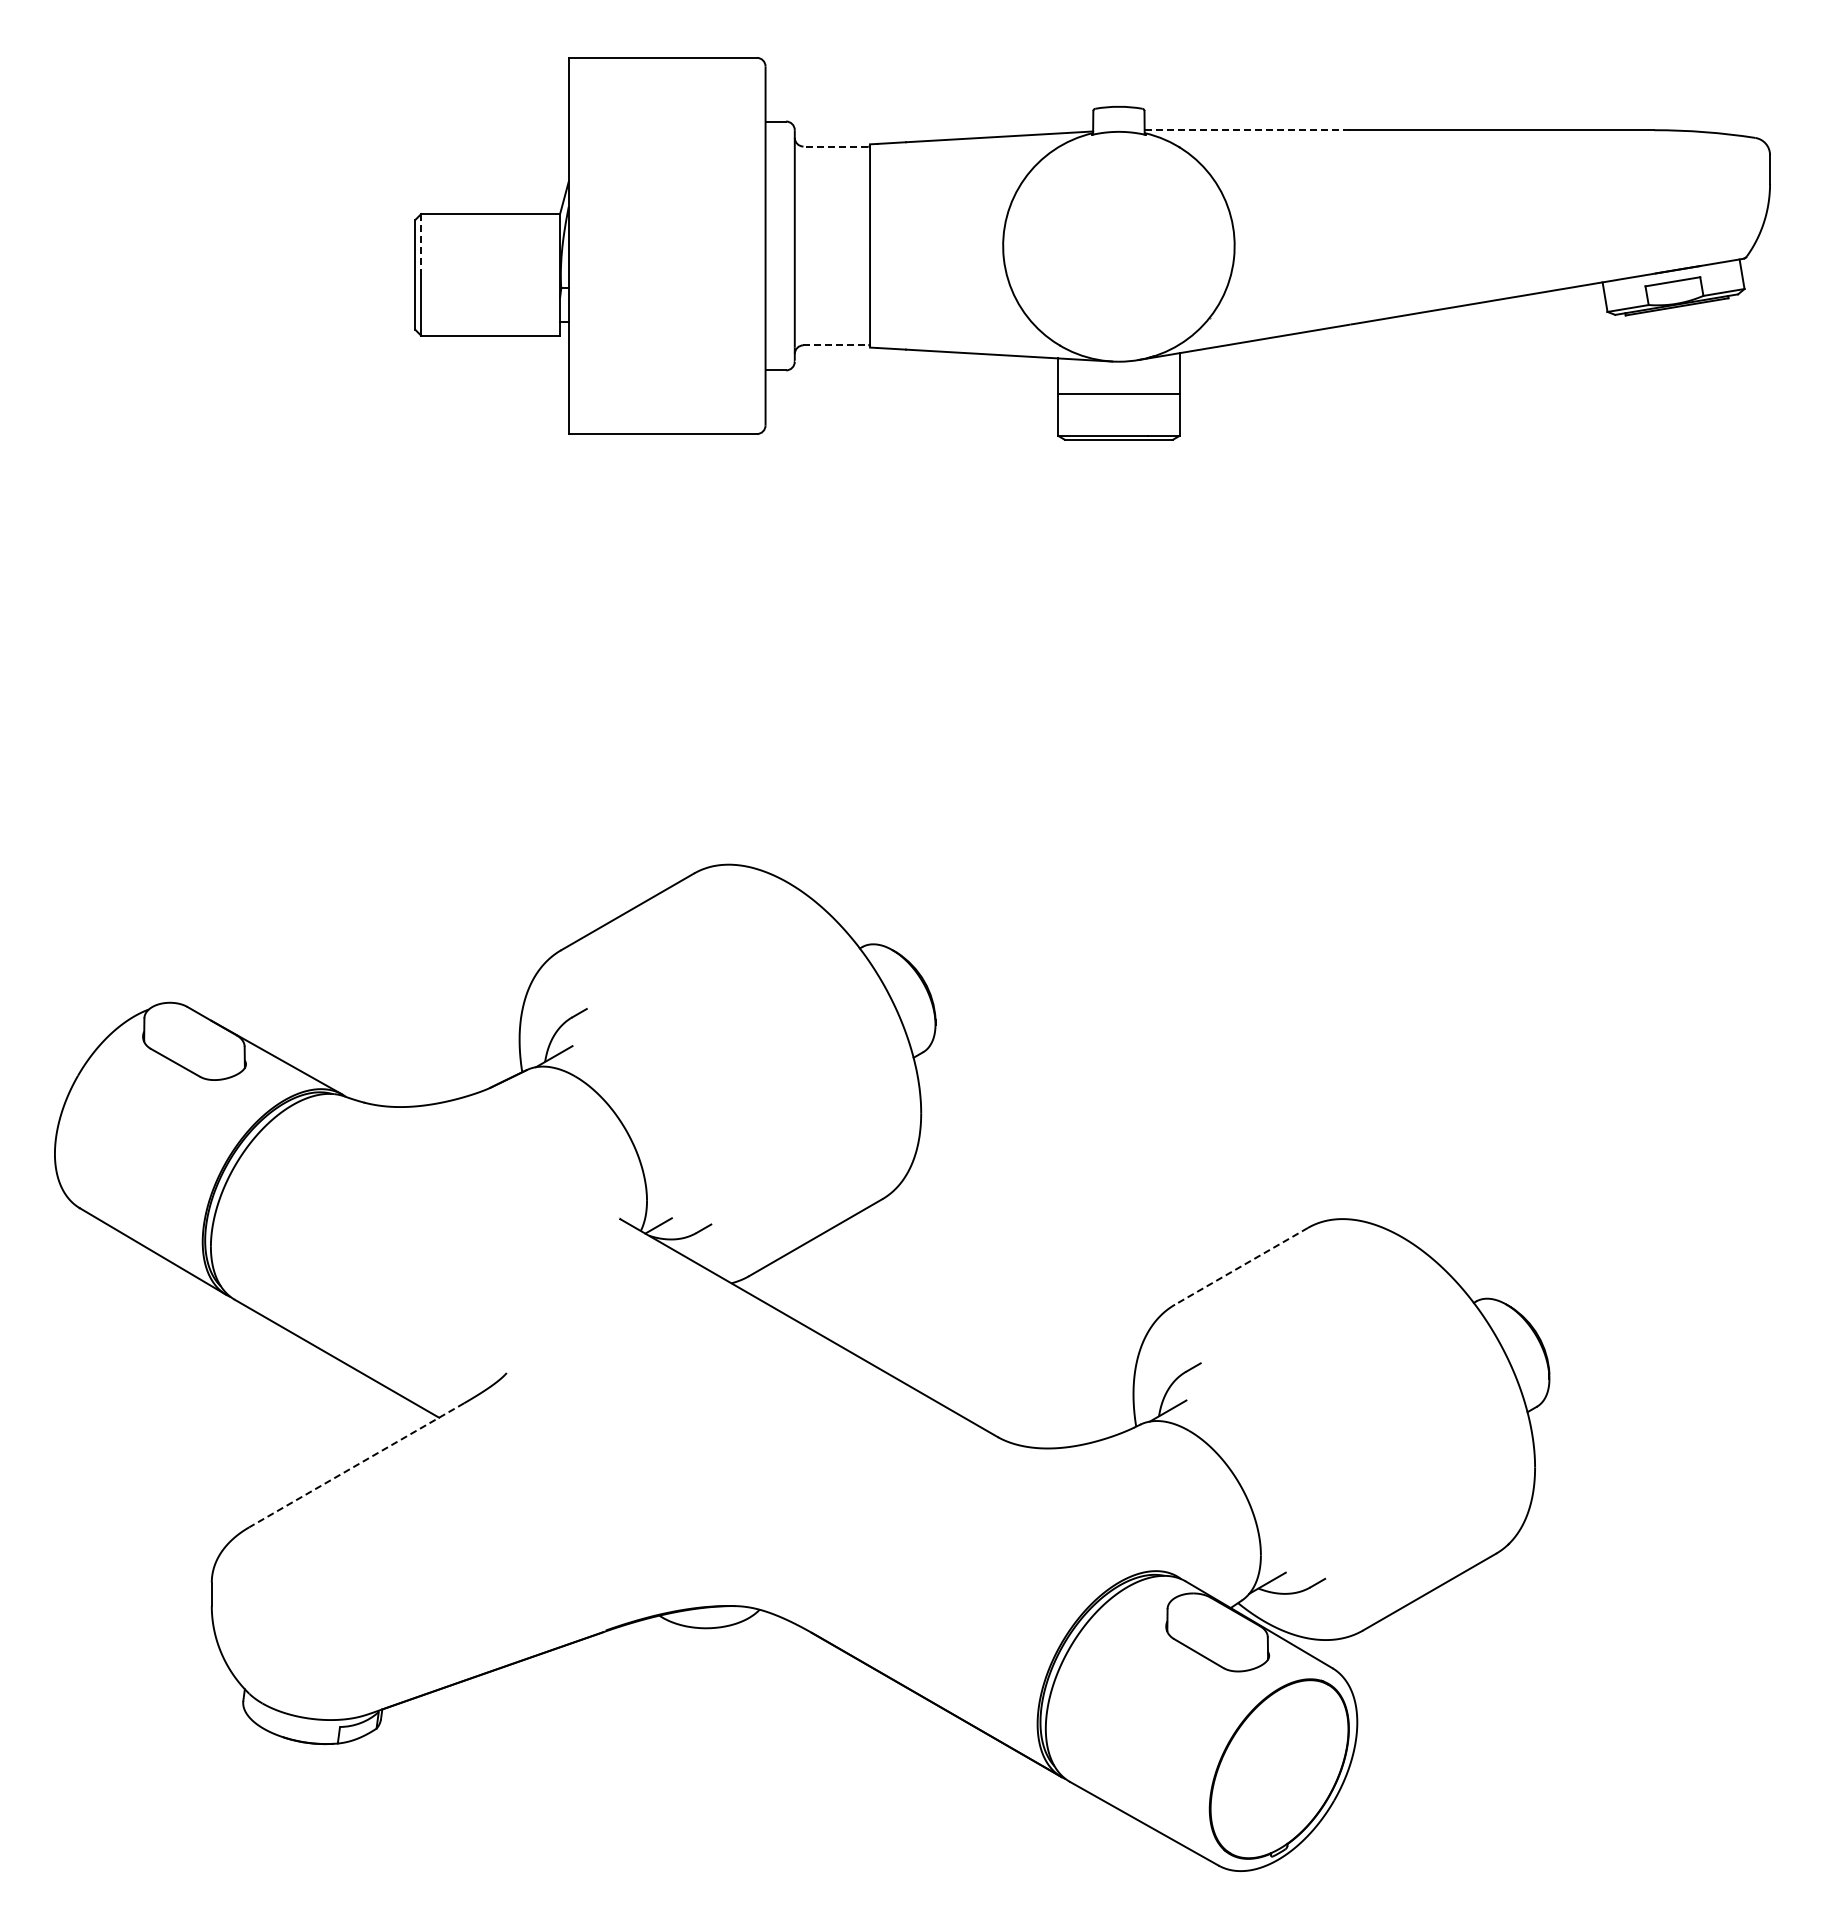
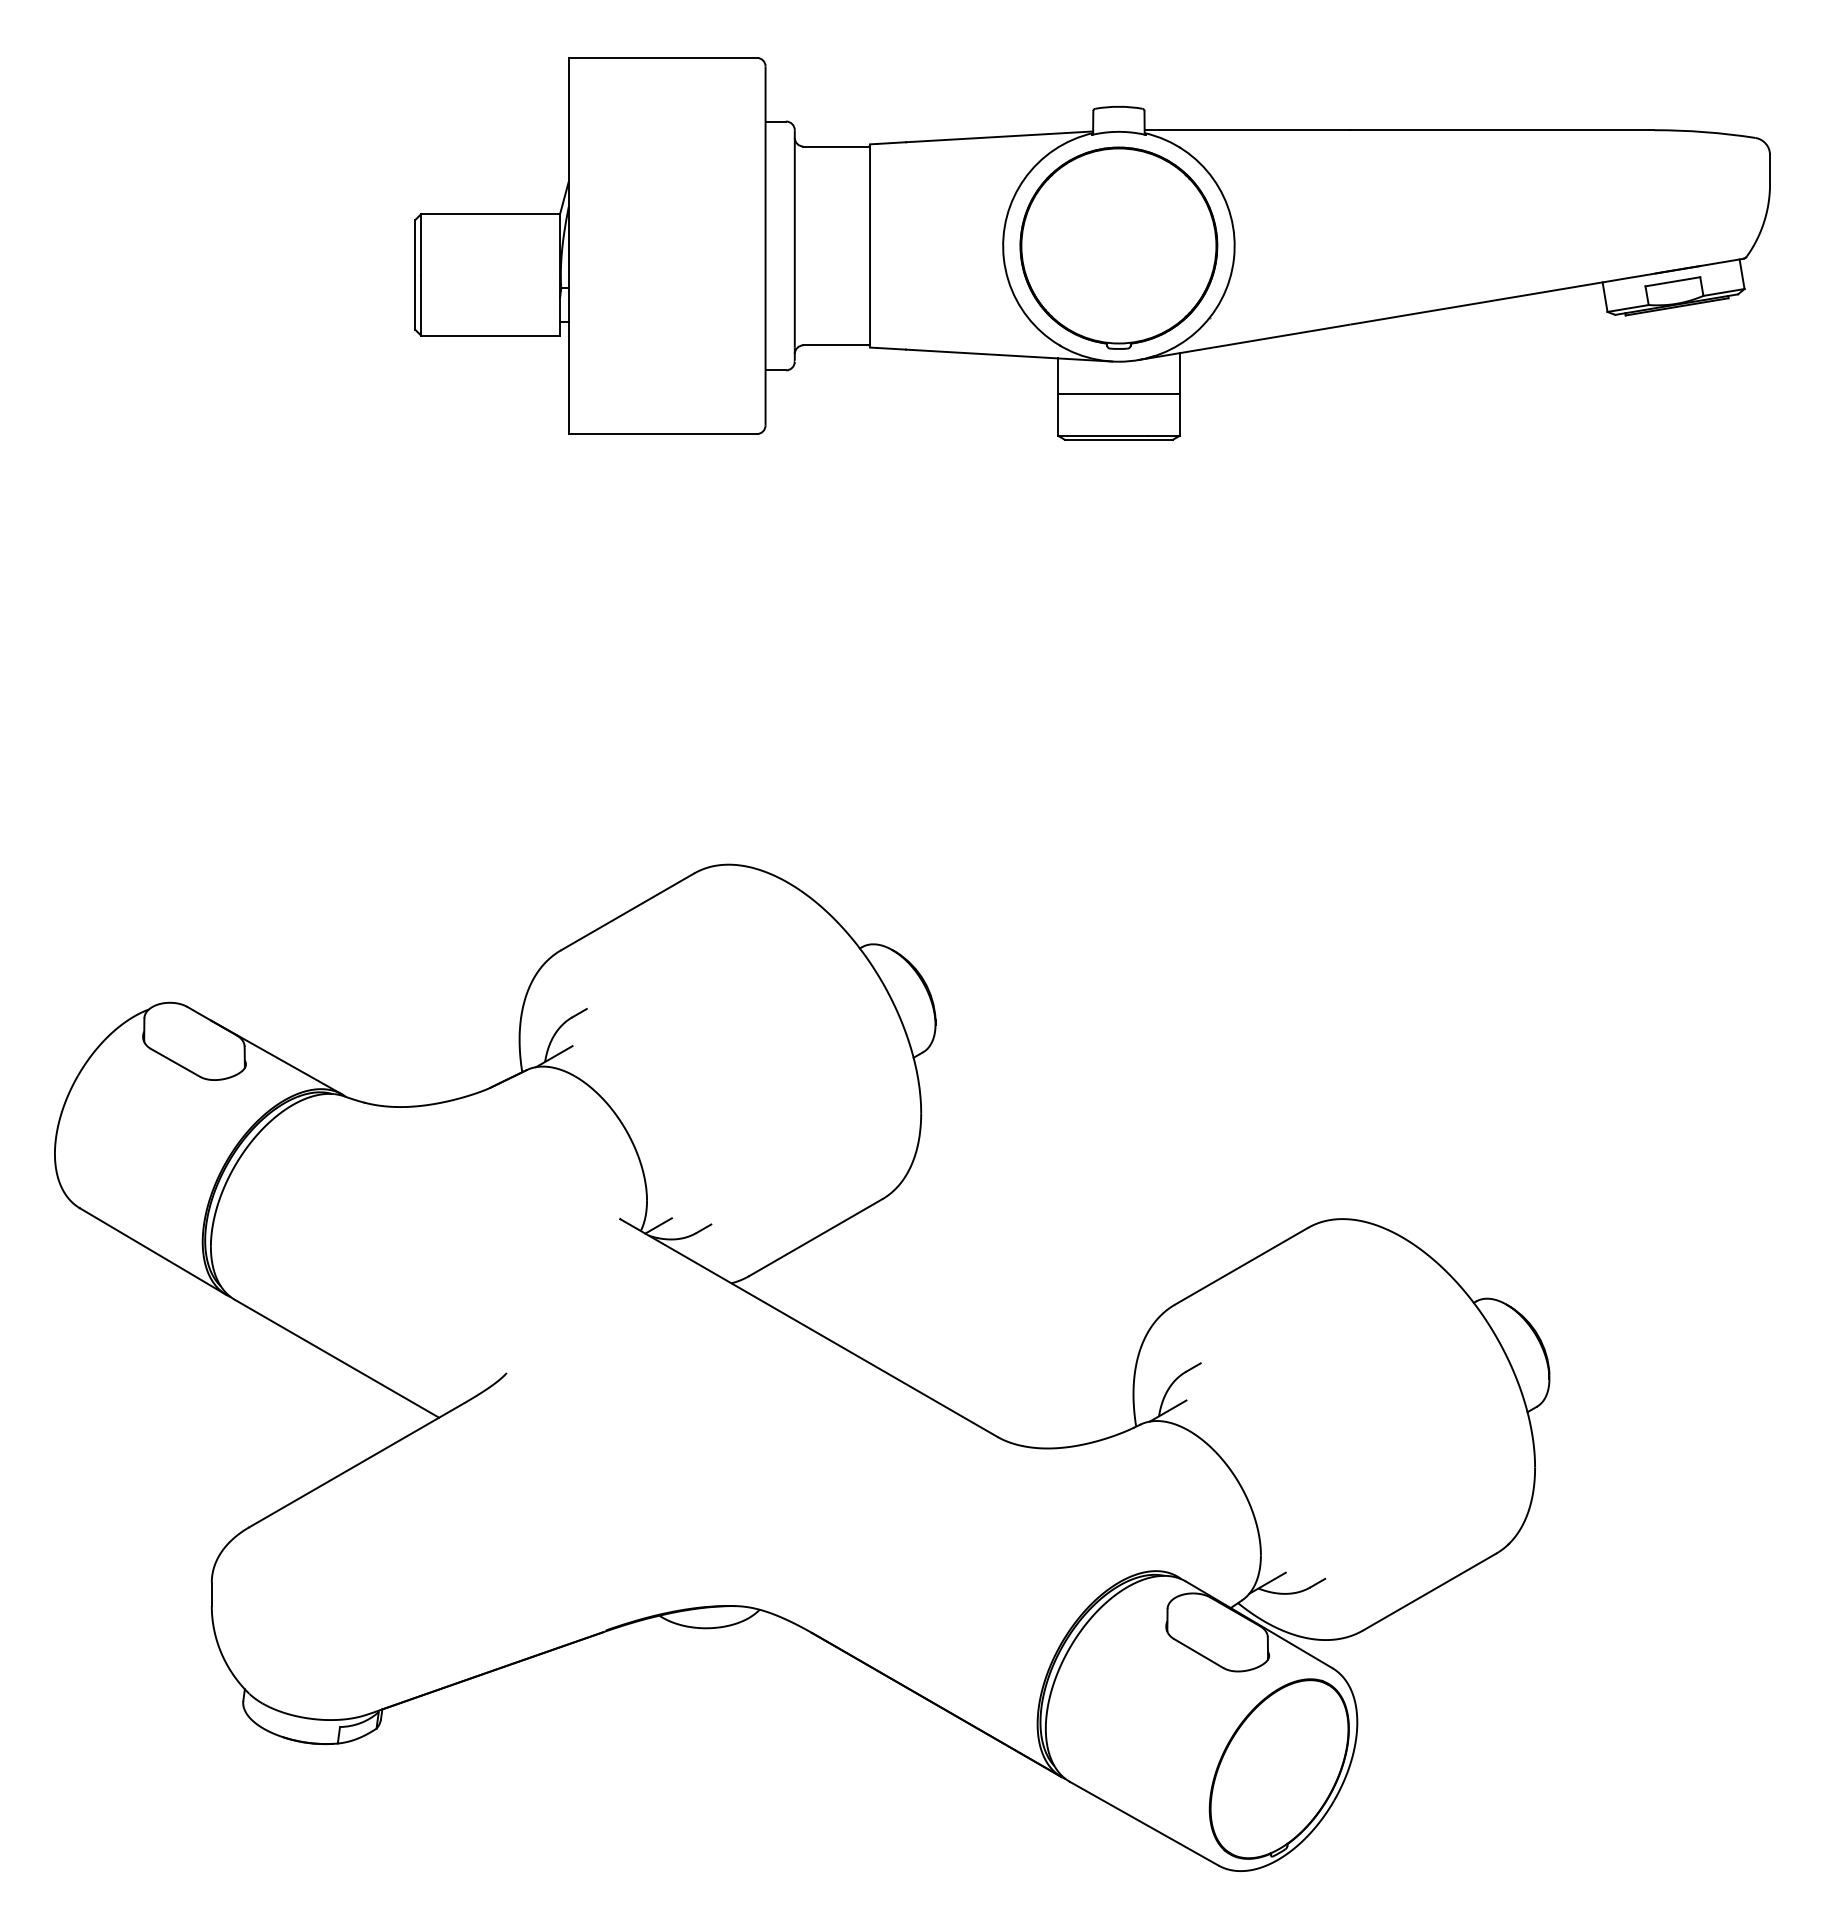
line at (1247, 130): dashed -> solid
line at (835, 146): dashed -> solid
line at (421, 245): dashed -> solid
part at (1118, 247): none -> present
line at (836, 345): dashed -> solid
line at (1241, 1266): dashed -> solid
line at (356, 1465): dashed -> solid
